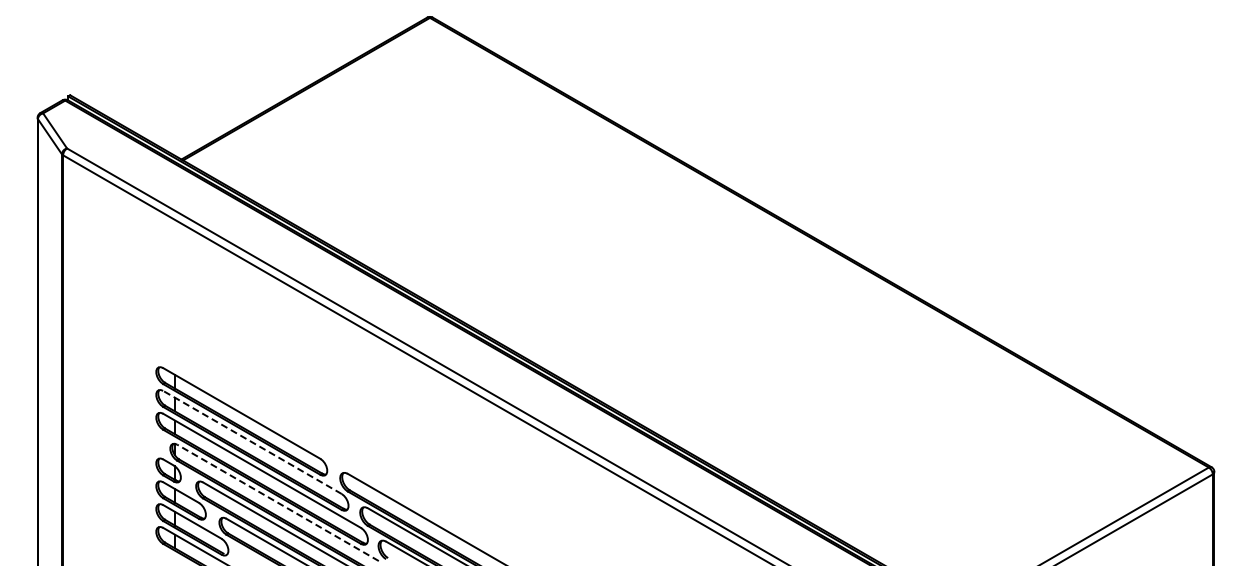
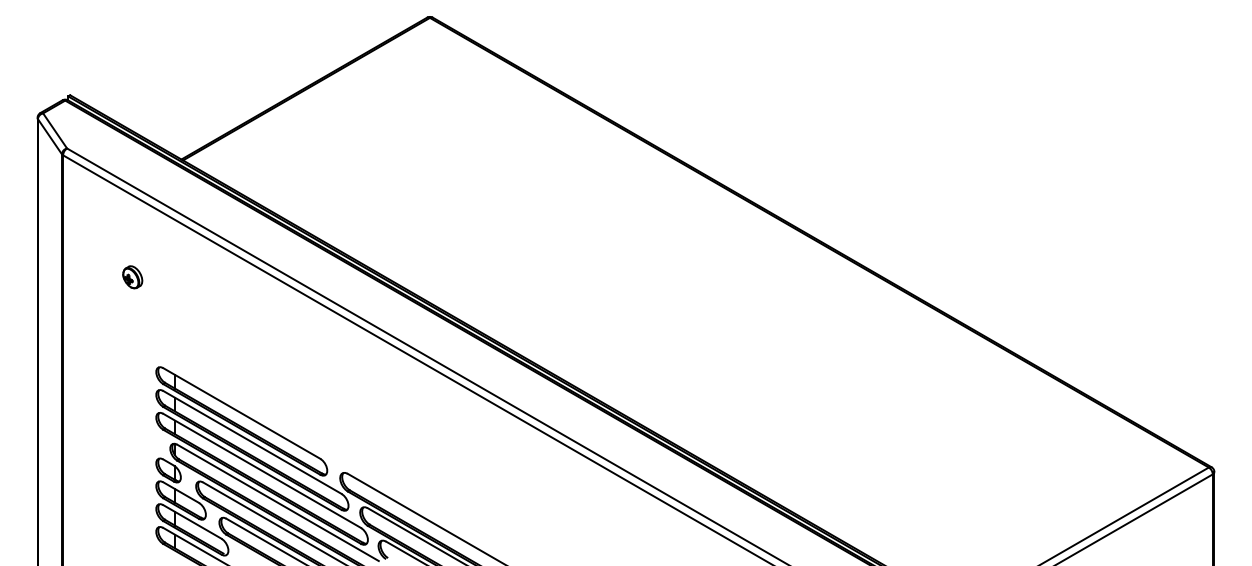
part at (132, 277): none -> present
line at (252, 442): dashed -> solid
line at (277, 502): dashed -> solid
